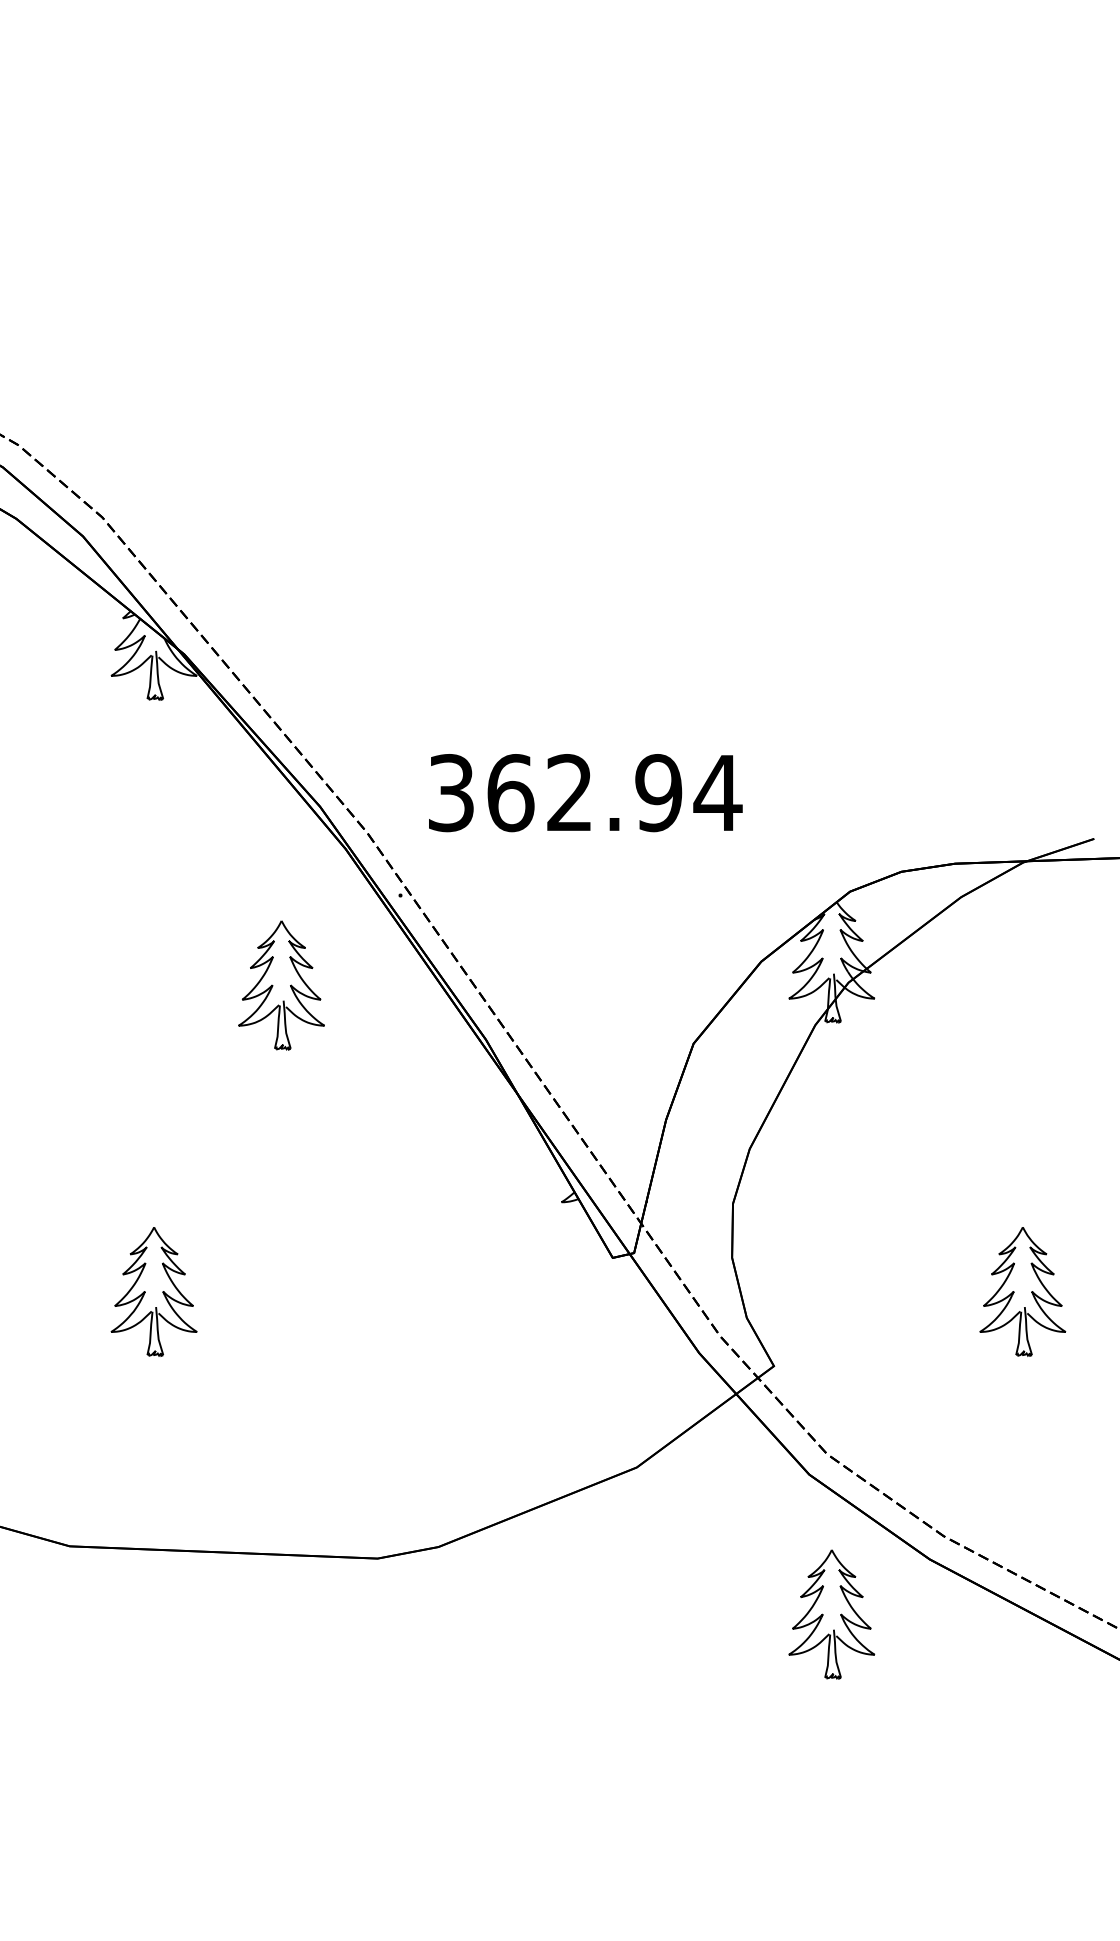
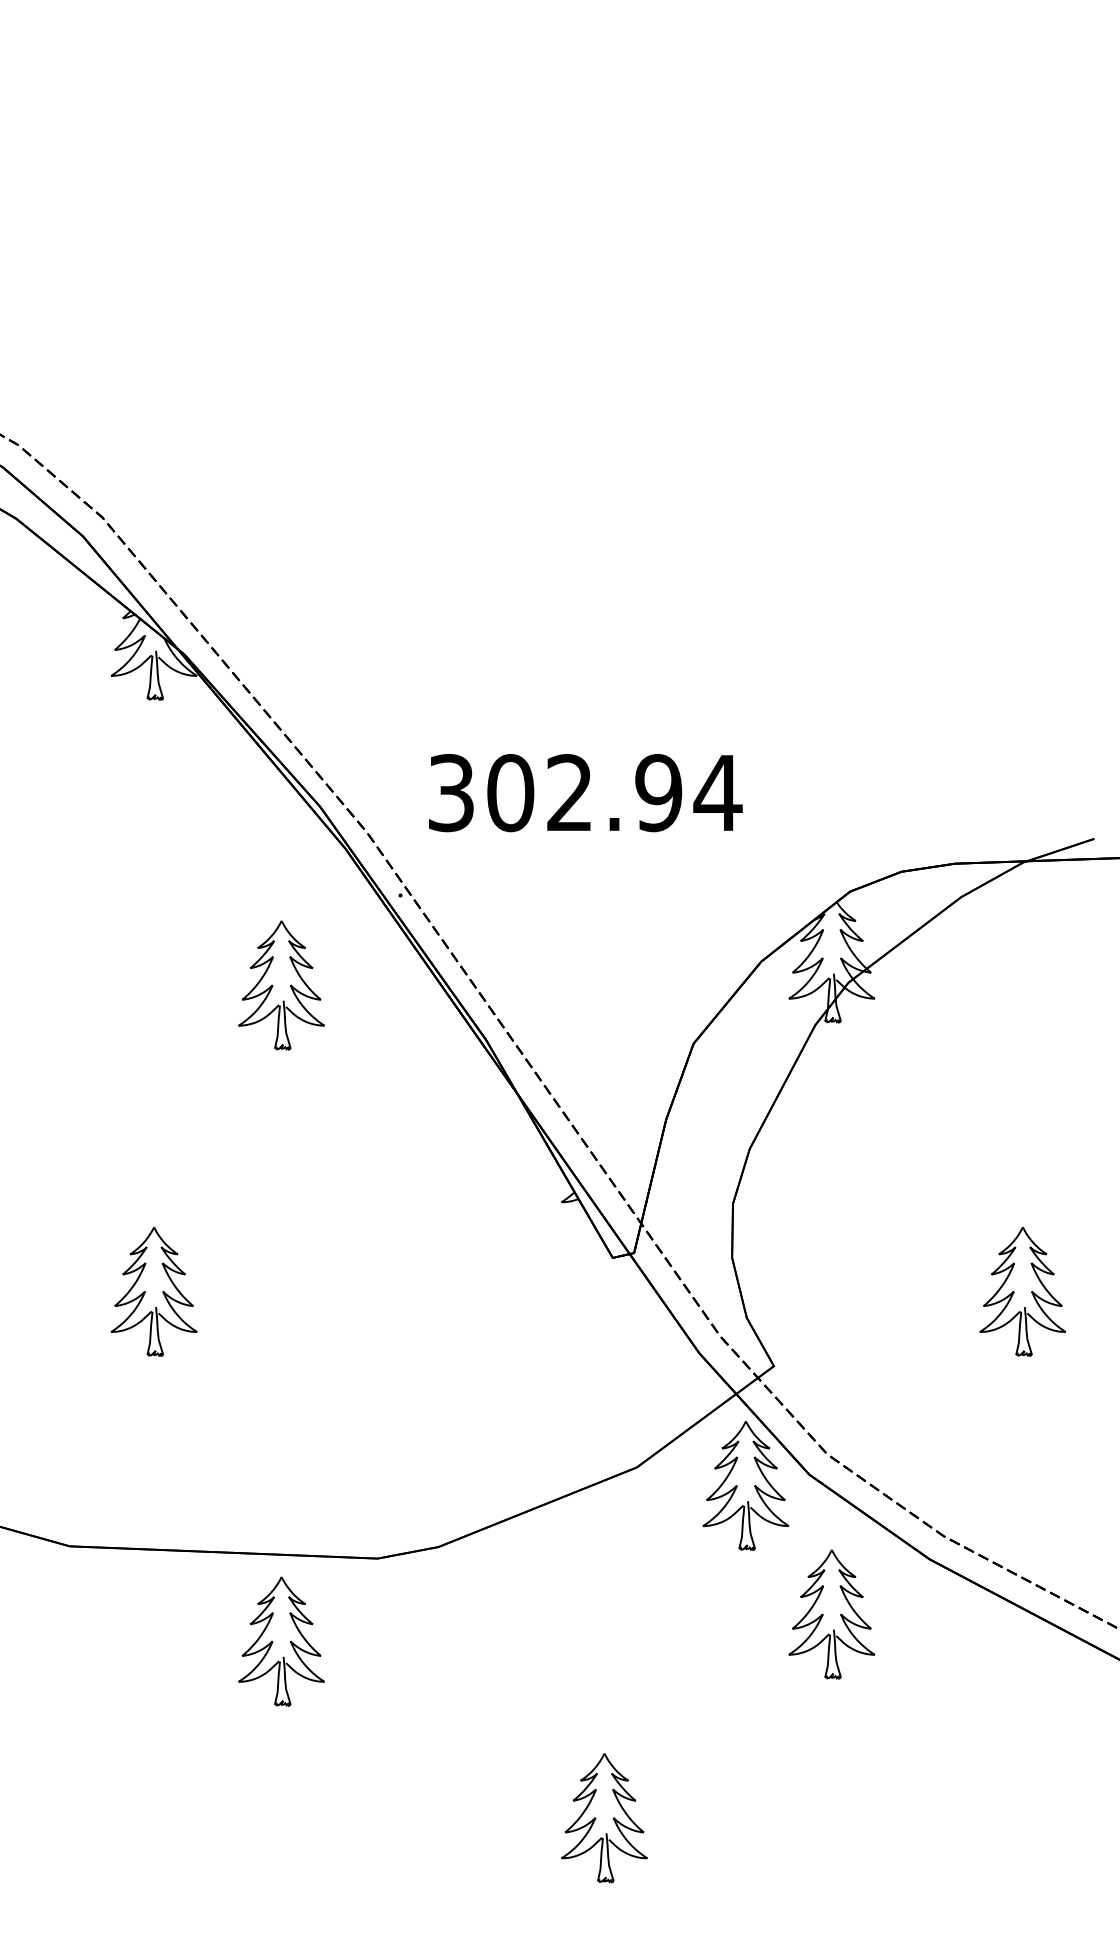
text at (510, 793): 362.94 -> 302.94
part at (745, 1486): none -> present
part at (281, 1641): none -> present
part at (604, 1818): none -> present
